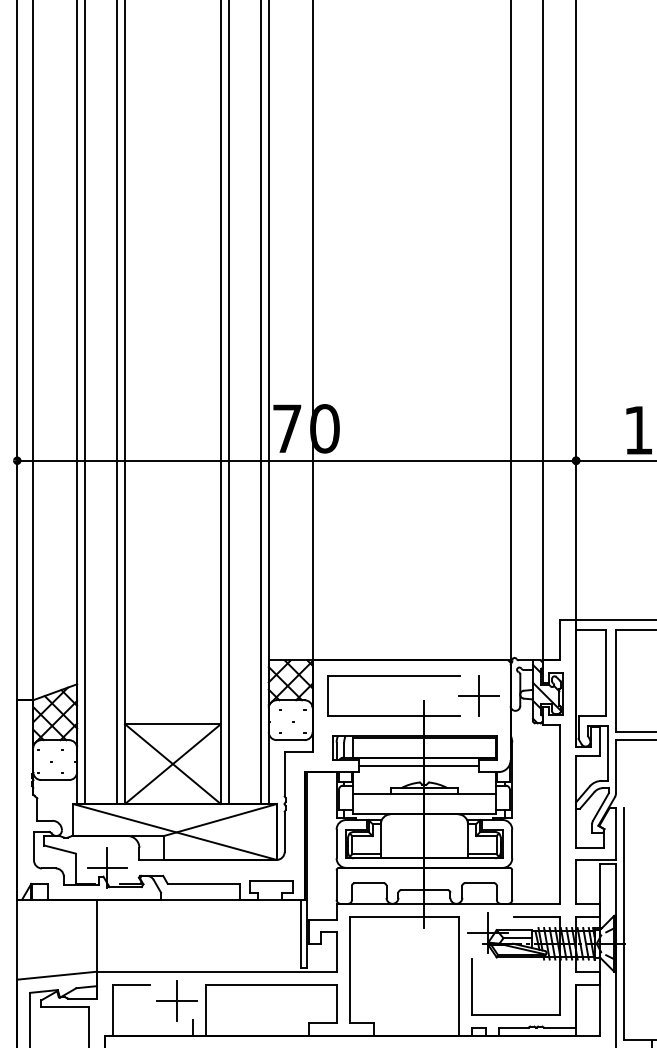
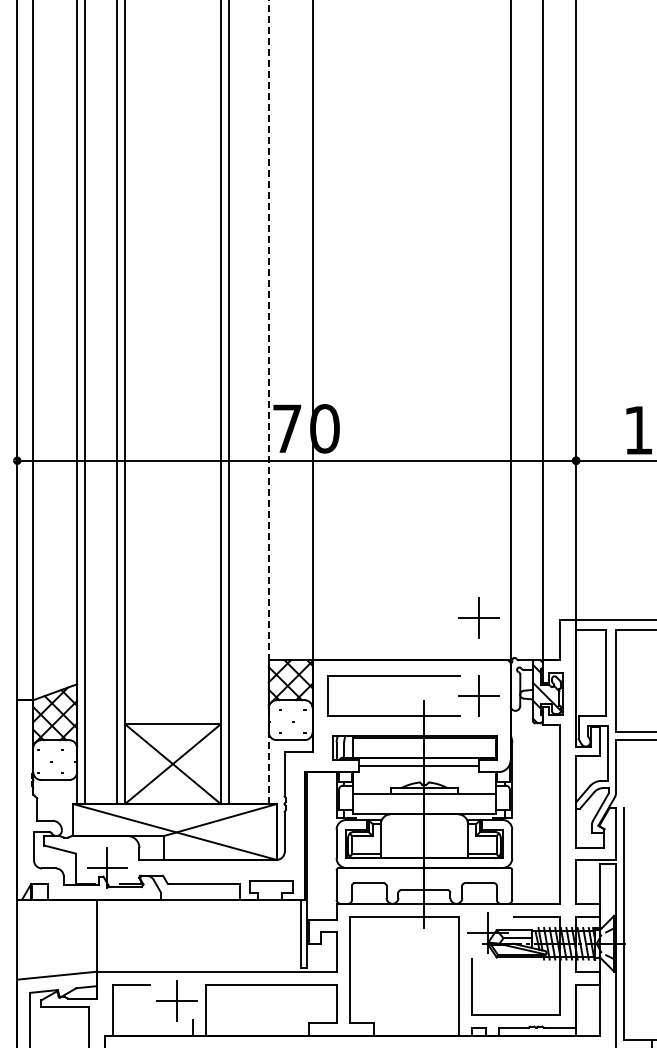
line at (268, 402): solid -> dashed
line at (260, 403): present -> none
part at (478, 617): none -> present
